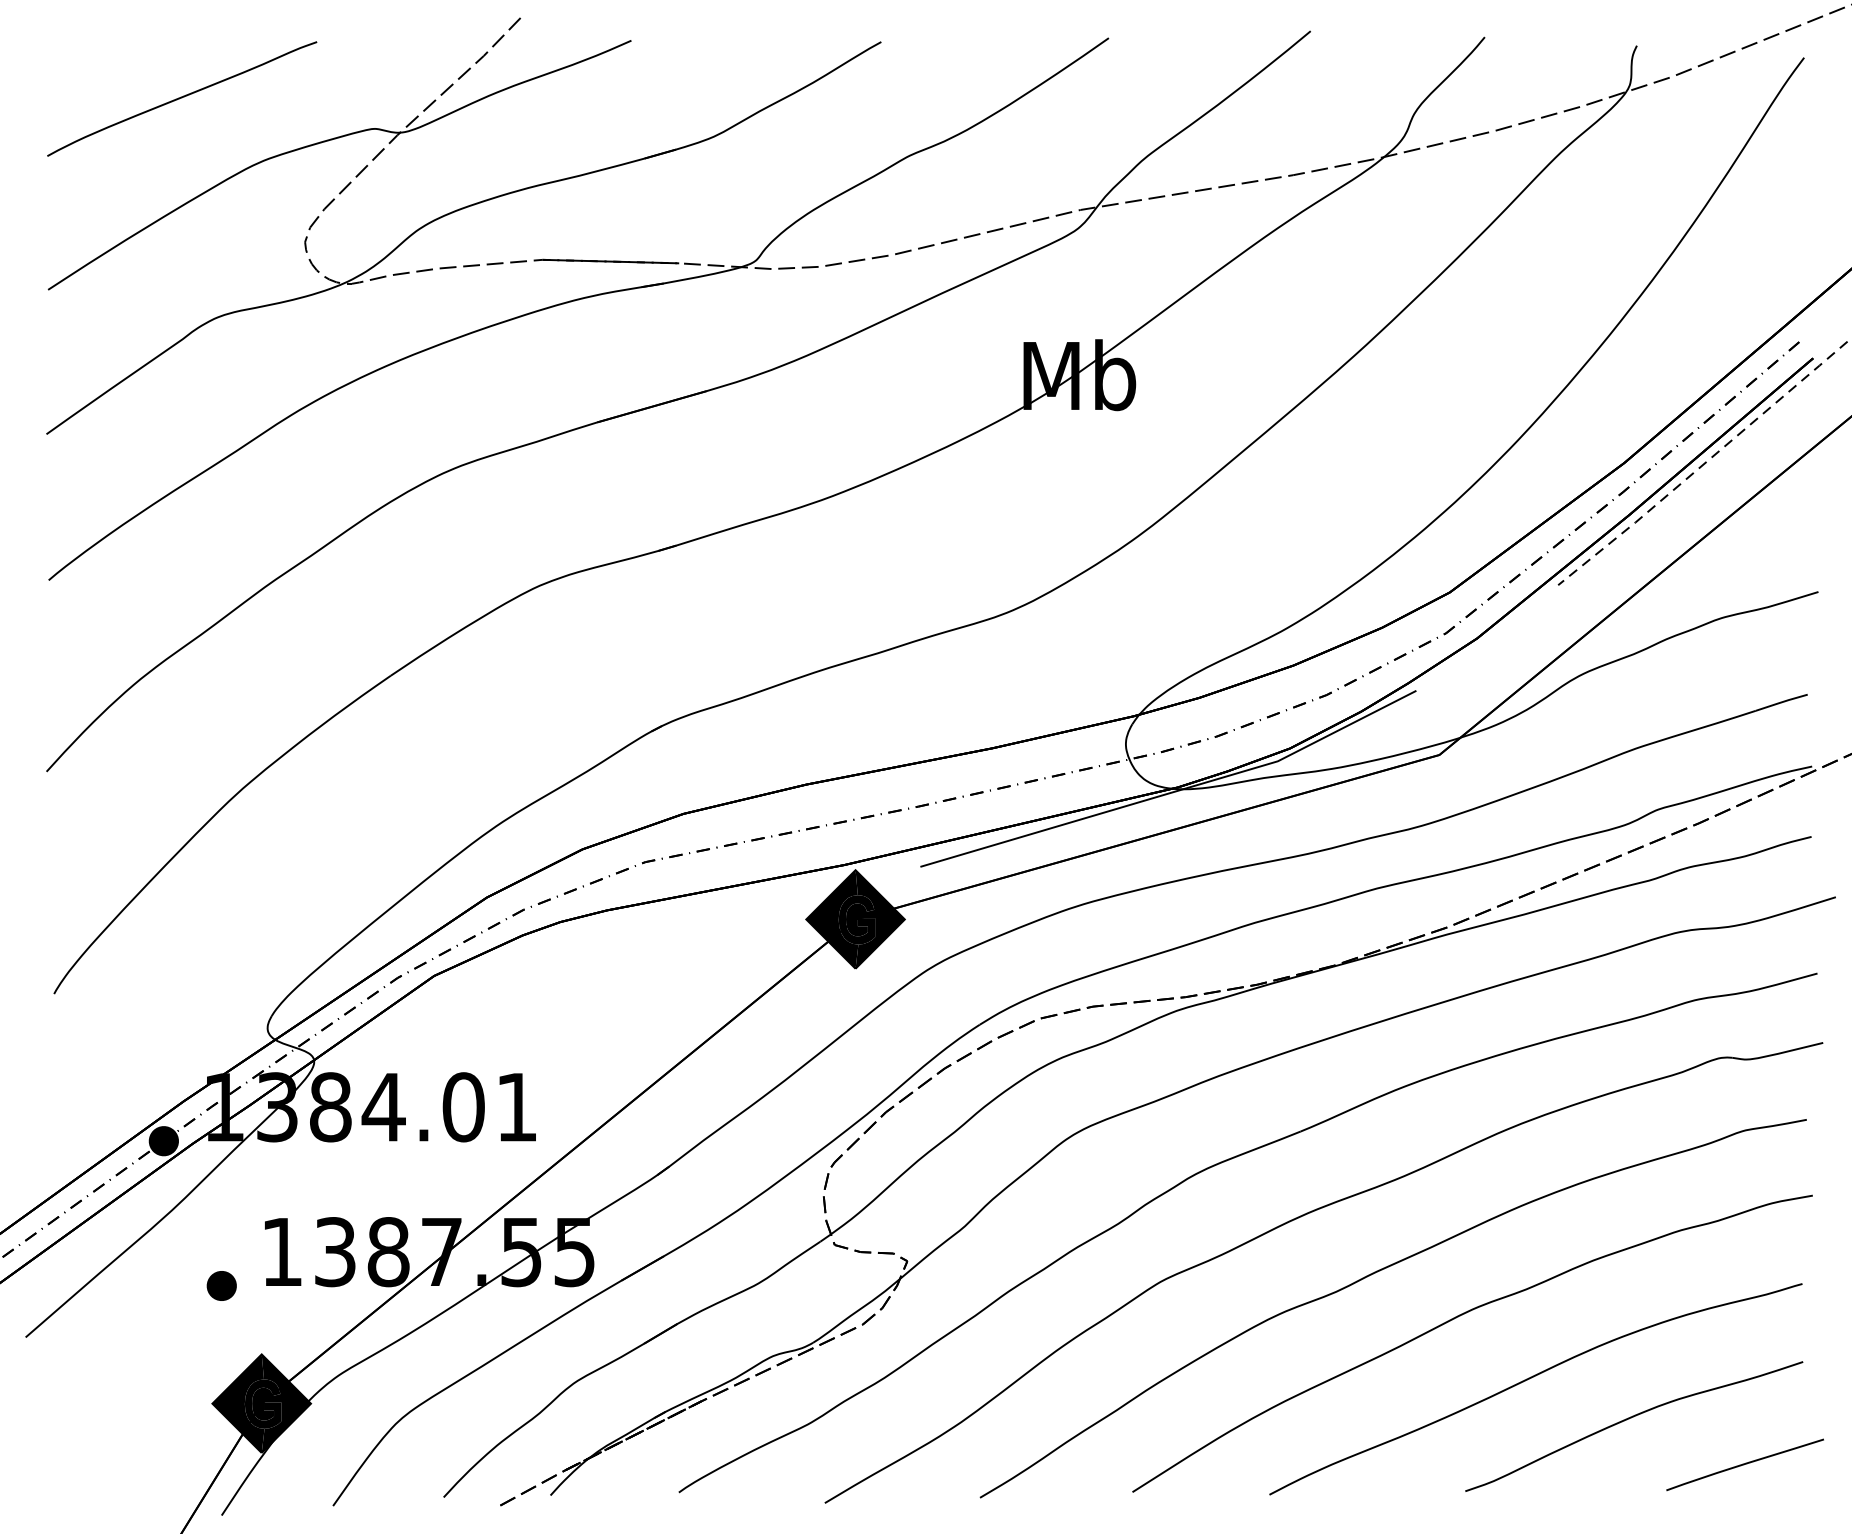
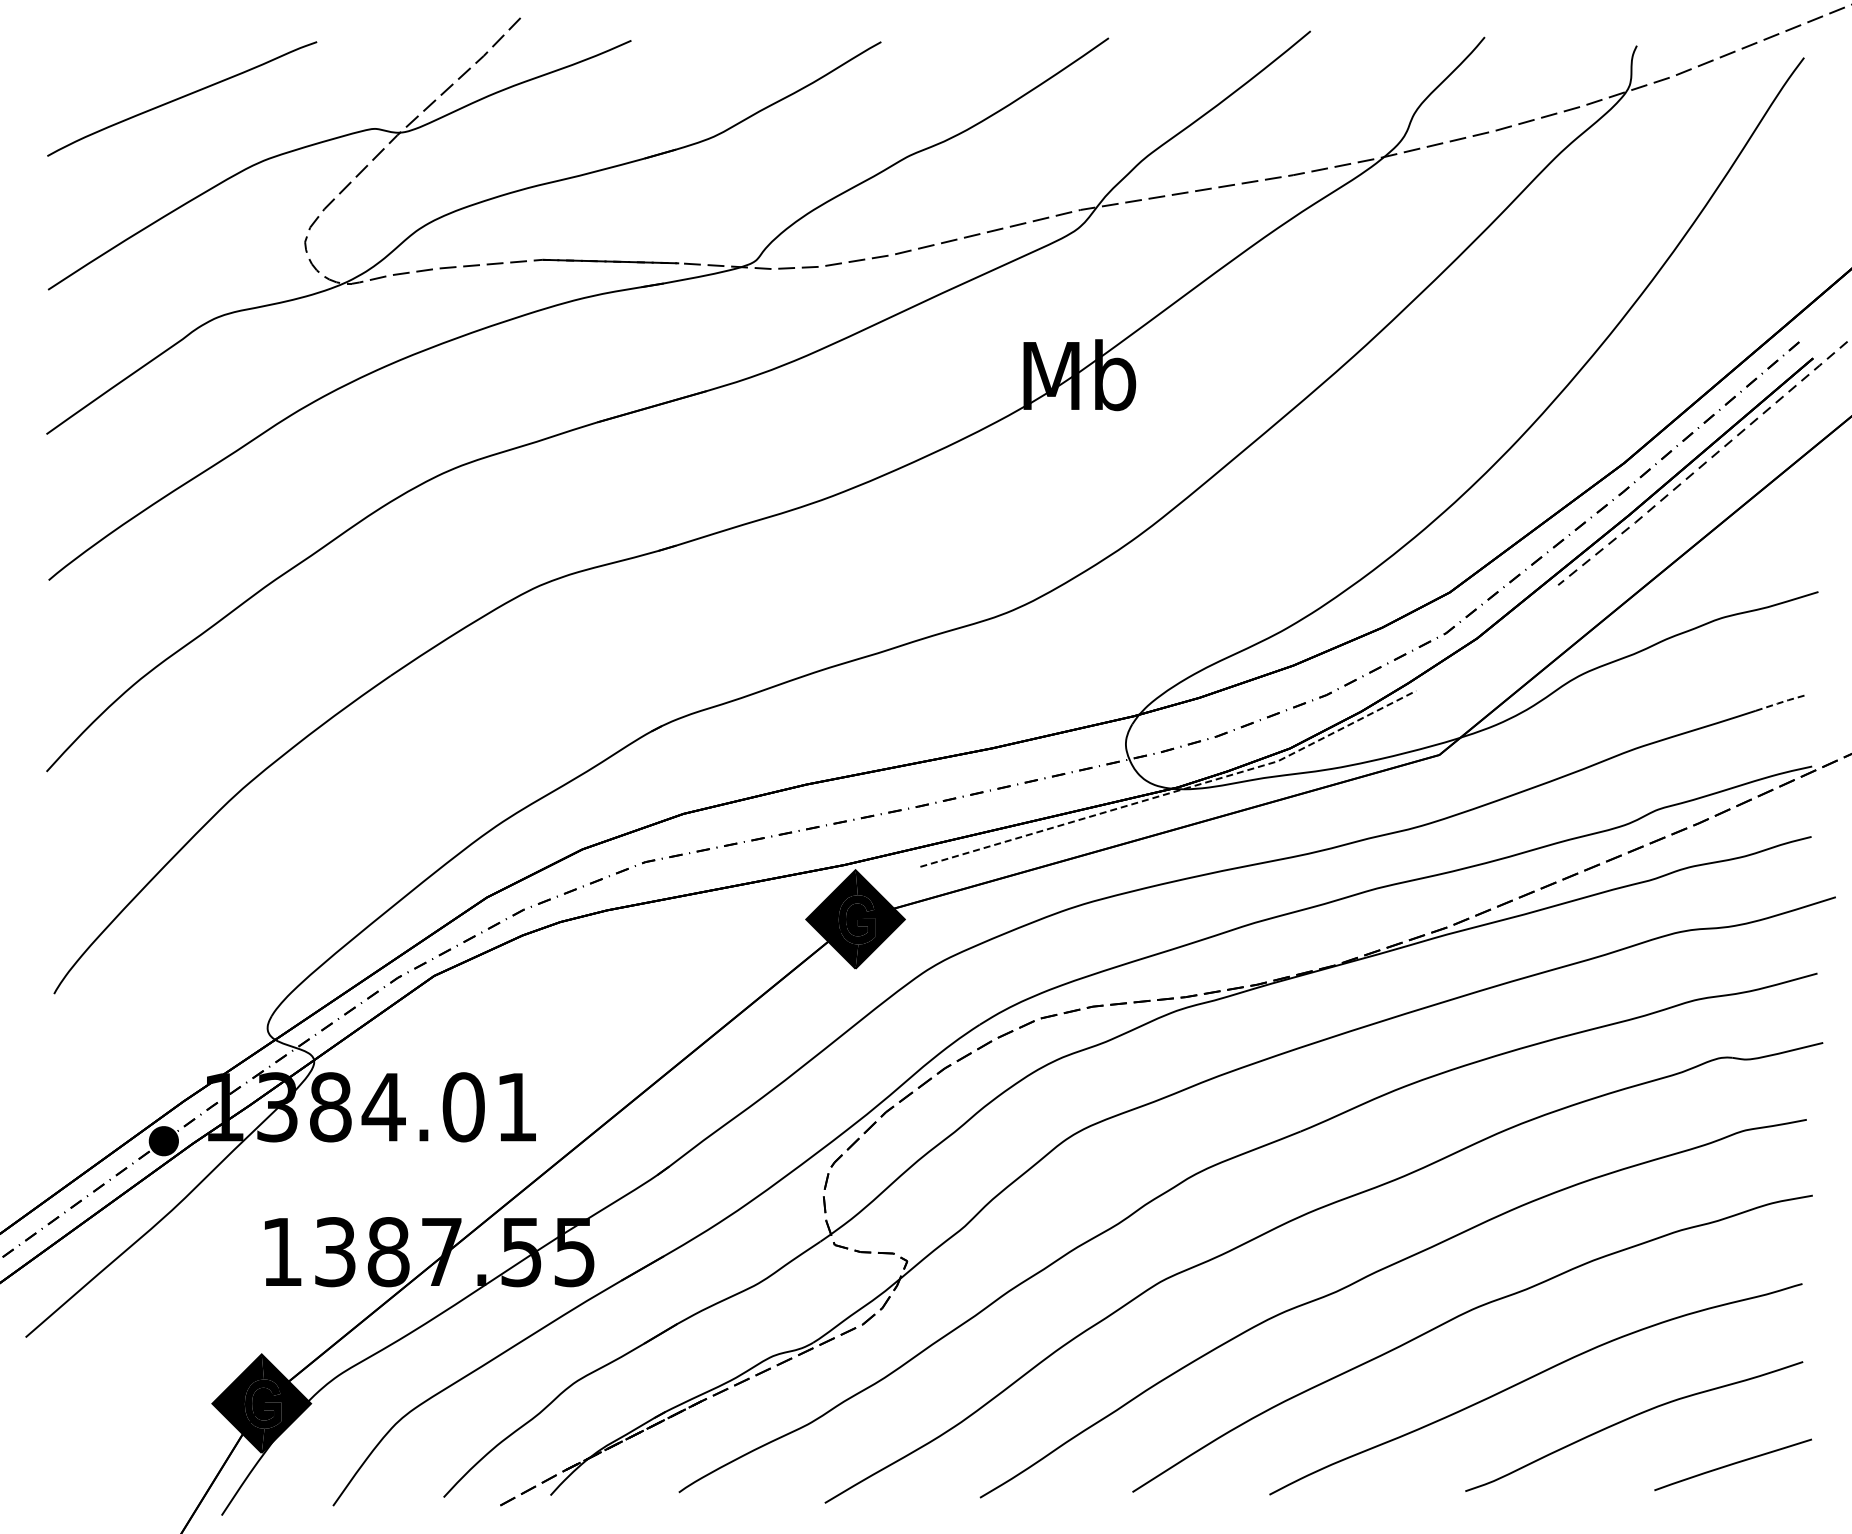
line at (1782, 702): solid -> dashed
line at (1174, 791): solid -> dashed
part at (221, 1285): present -> none
curve at (1744, 1464) position: (1744, 1464) -> (1732, 1464)
